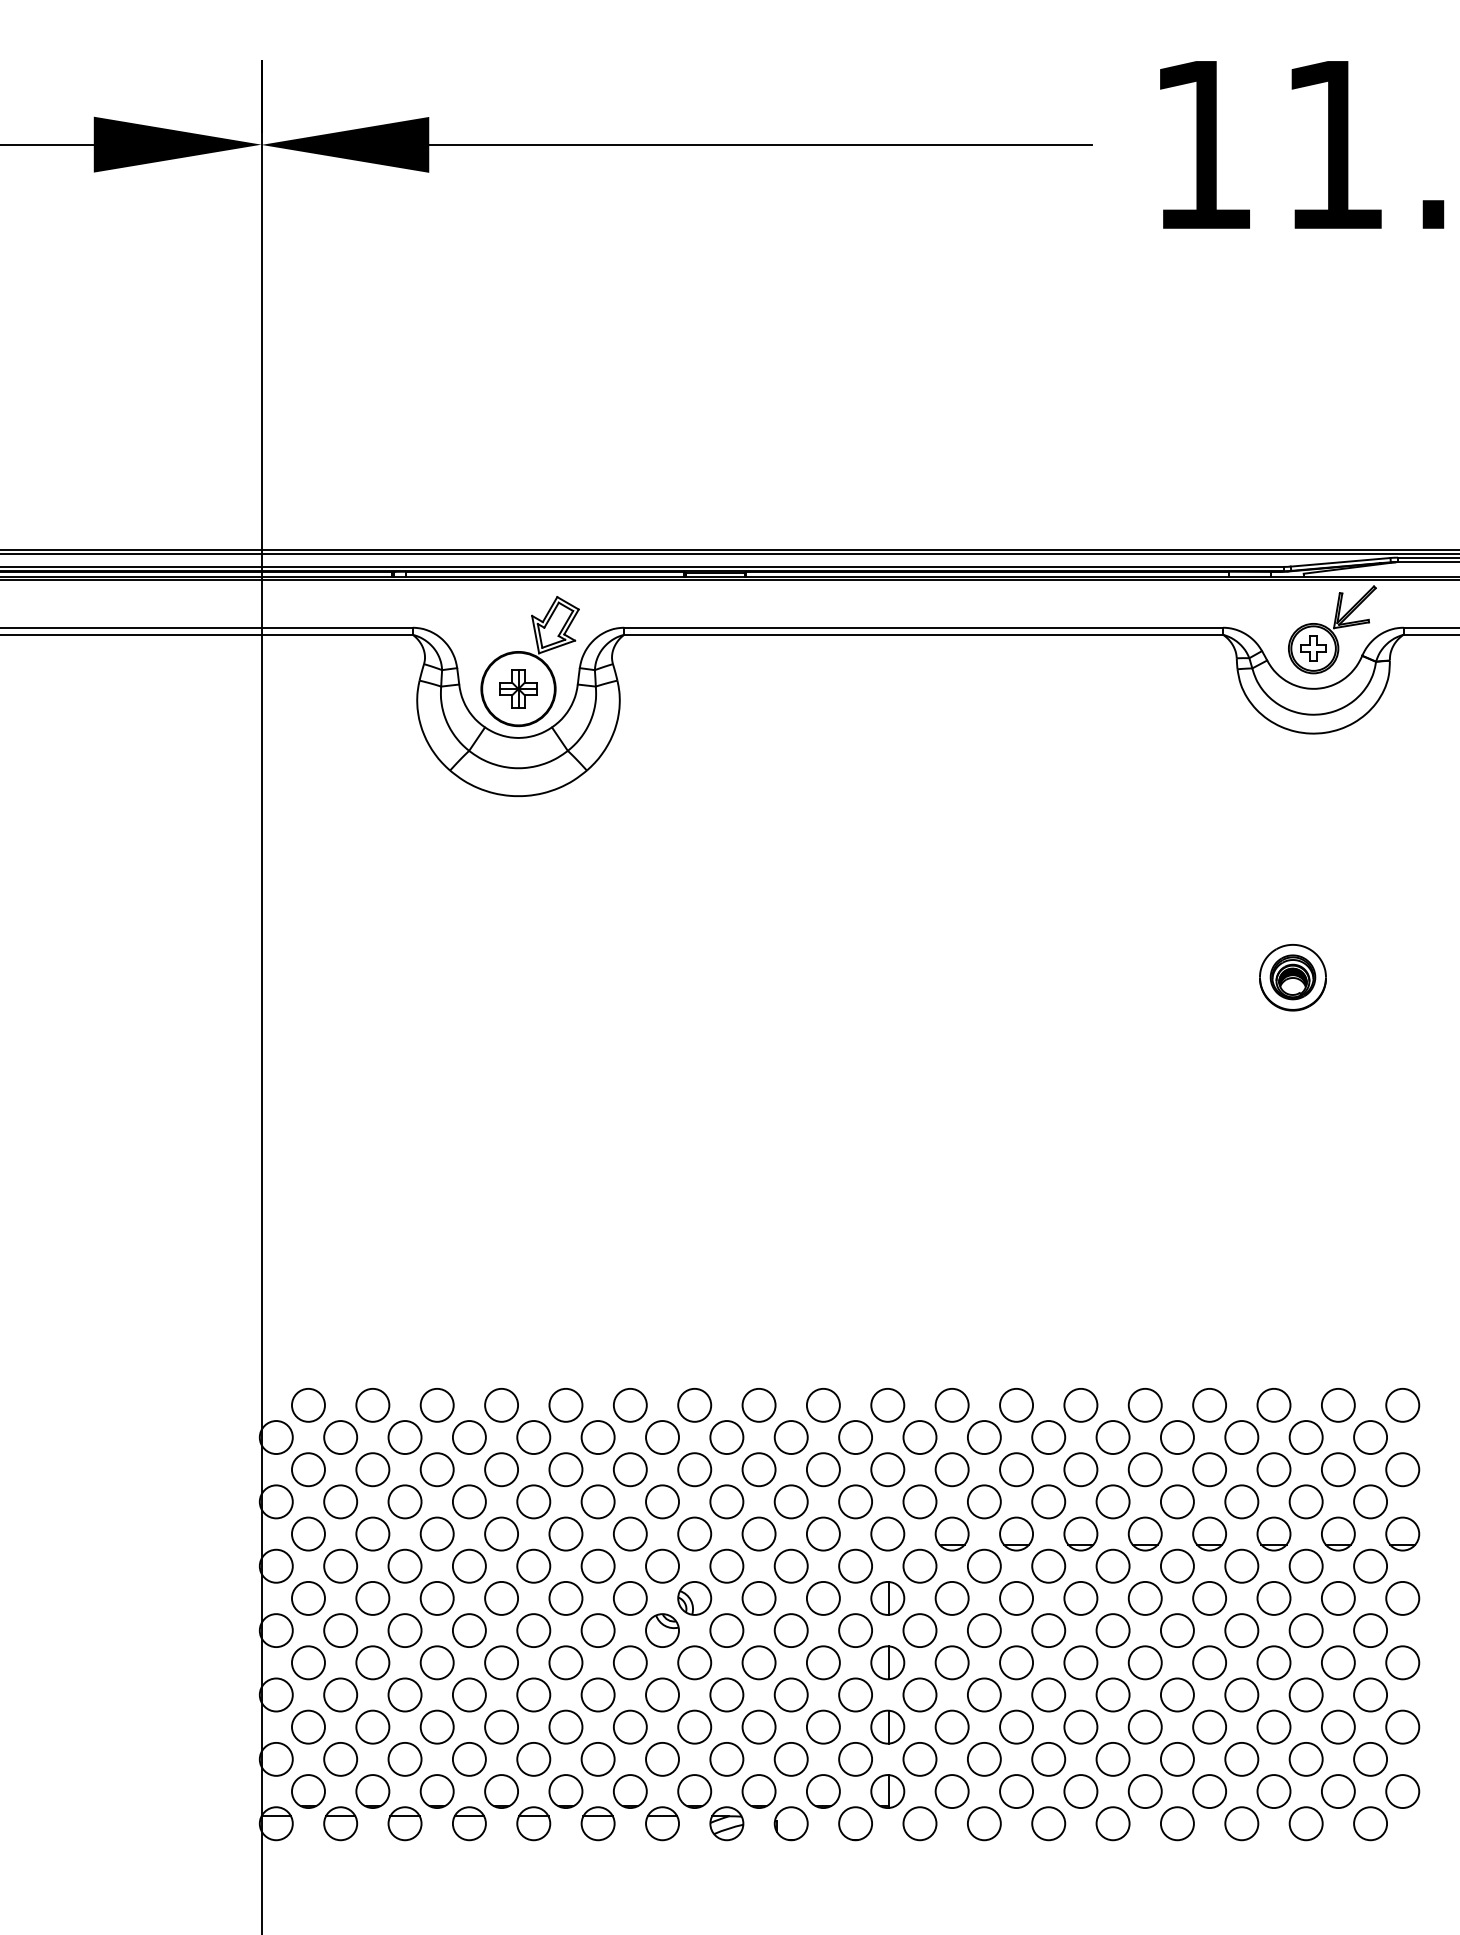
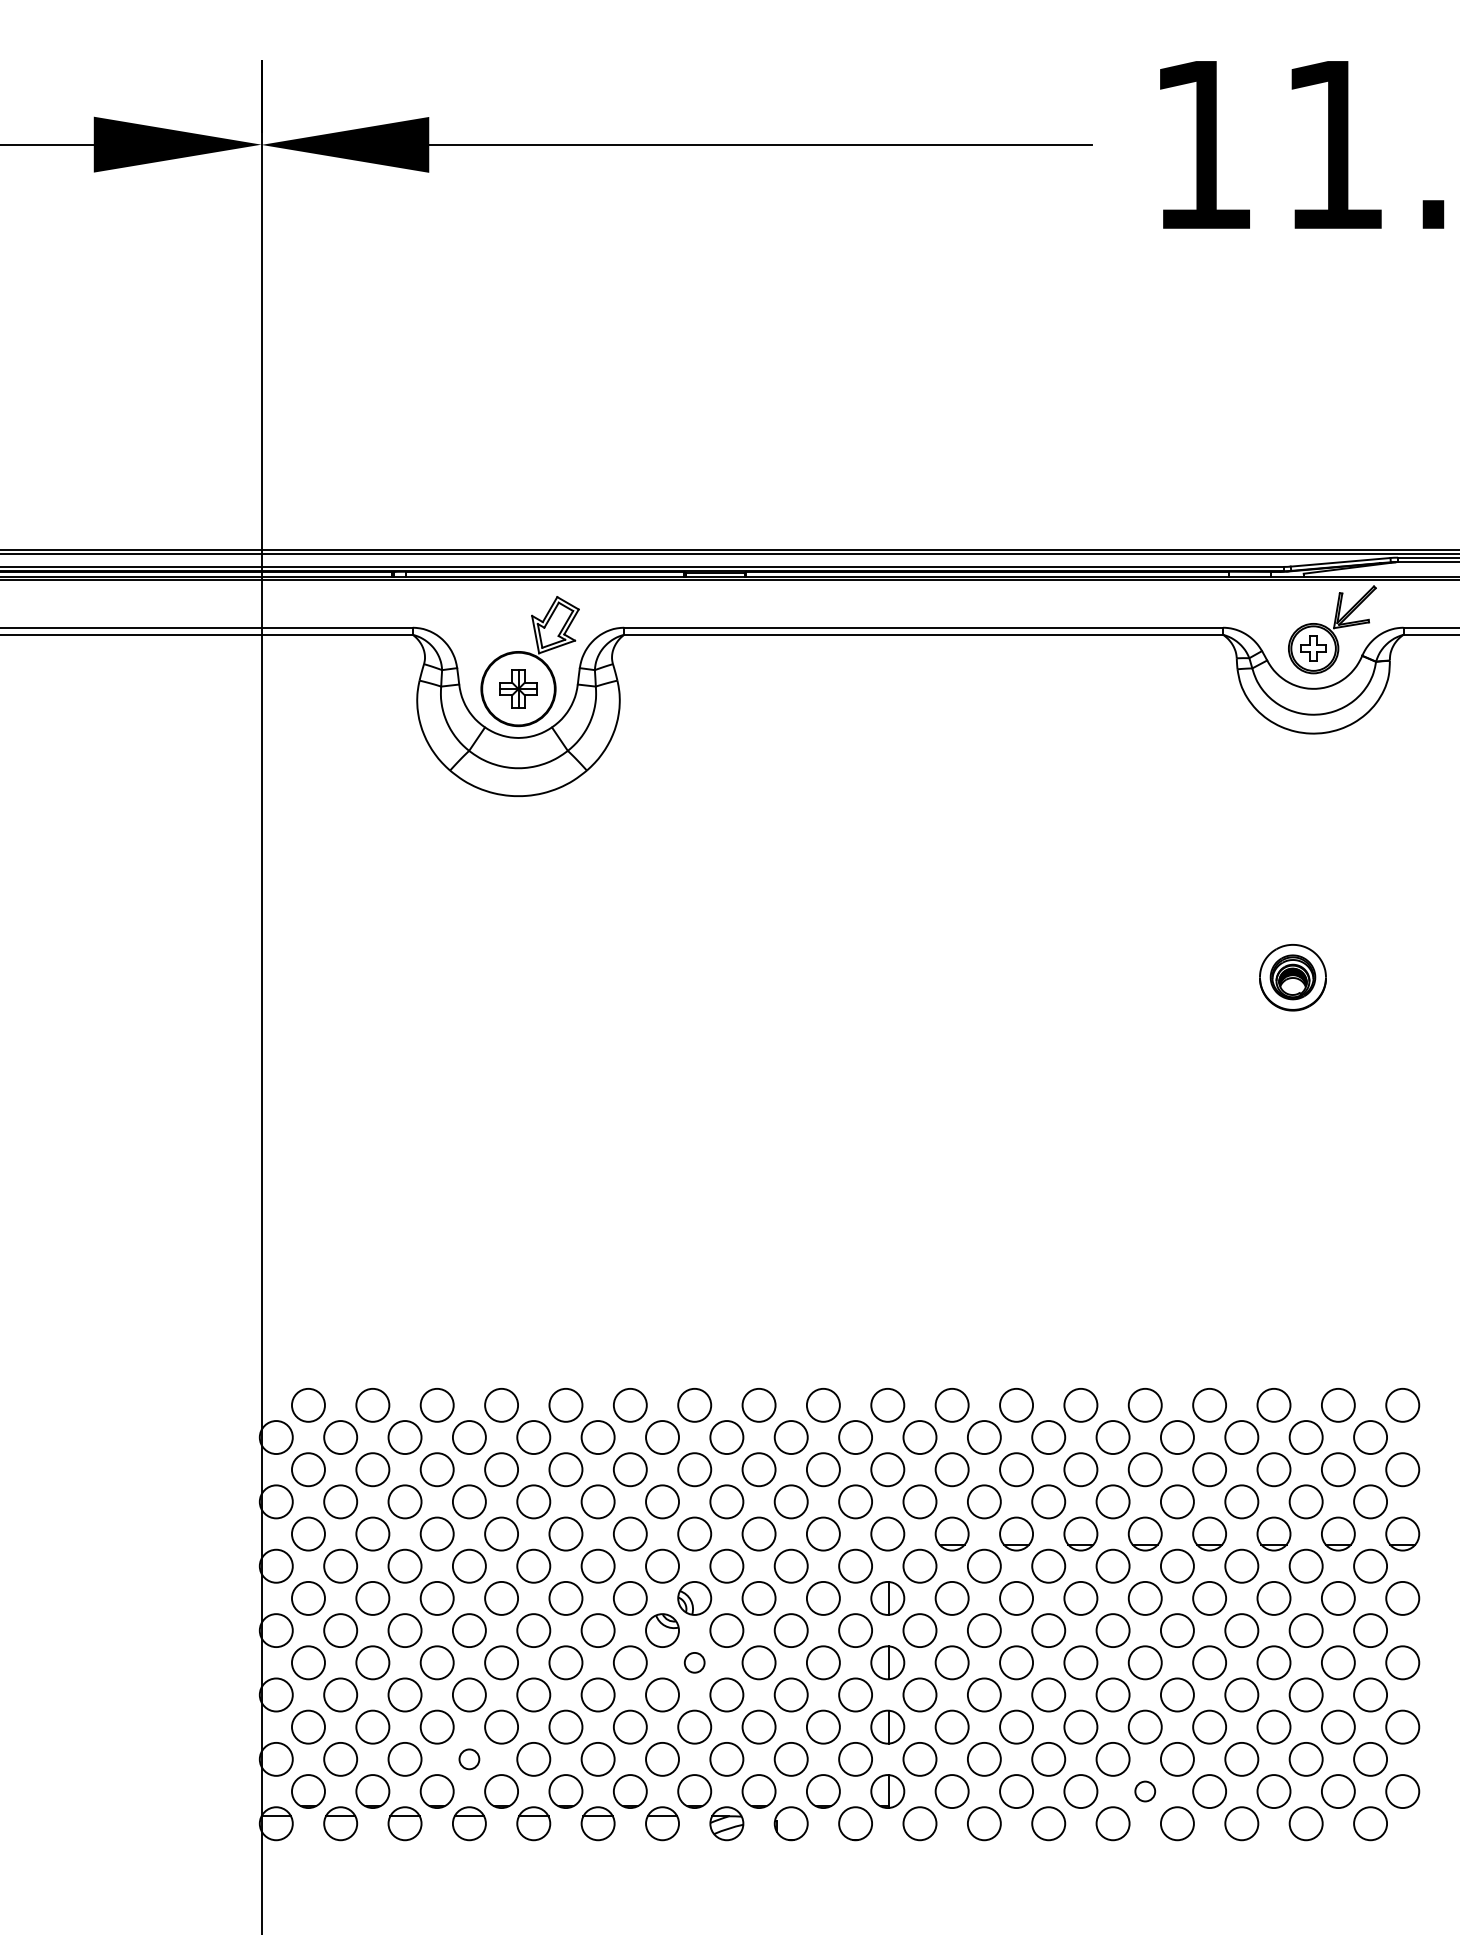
circle at (694, 1662) diameter: 33 px -> 20 px
circle at (468, 1758) diameter: 33 px -> 20 px
circle at (1144, 1791) diameter: 33 px -> 20 px
